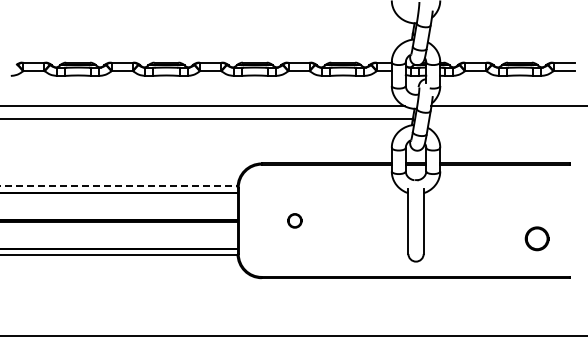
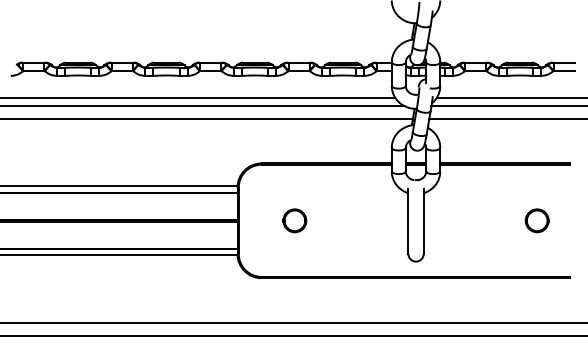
line at (198, 97): none -> present
line at (510, 97): none -> present
line at (506, 118): none -> present
line at (119, 186): dashed -> solid
part at (294, 220) size: 16x16 px -> 26x26 px
part at (536, 238) position: (536, 238) -> (536, 220)
line at (293, 322): none -> present
